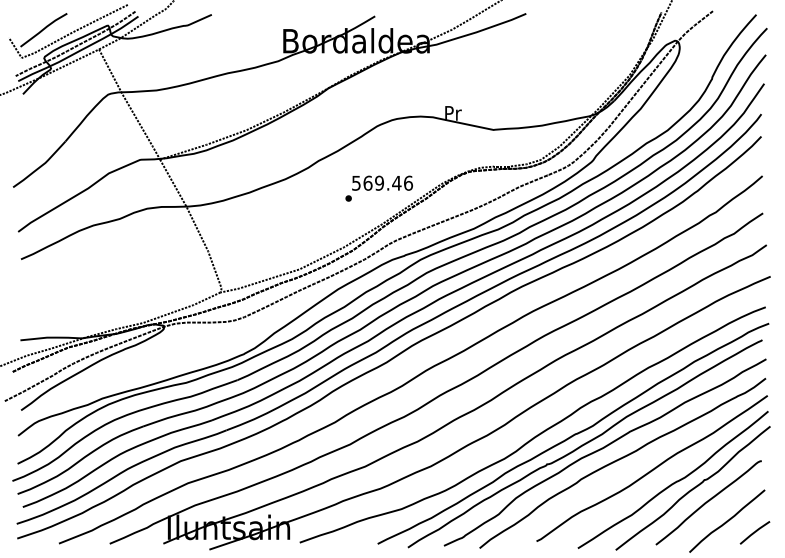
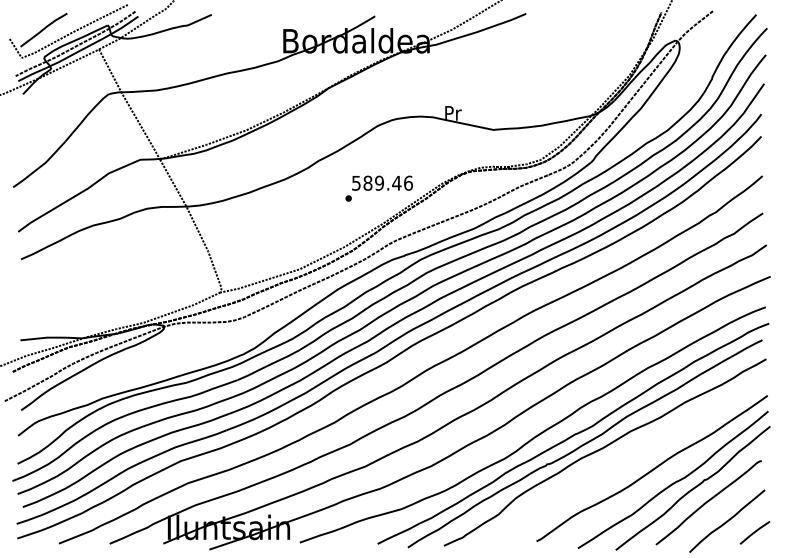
text at (367, 182): 569.46 -> 589.46
curve at (621, 459): present -> none
